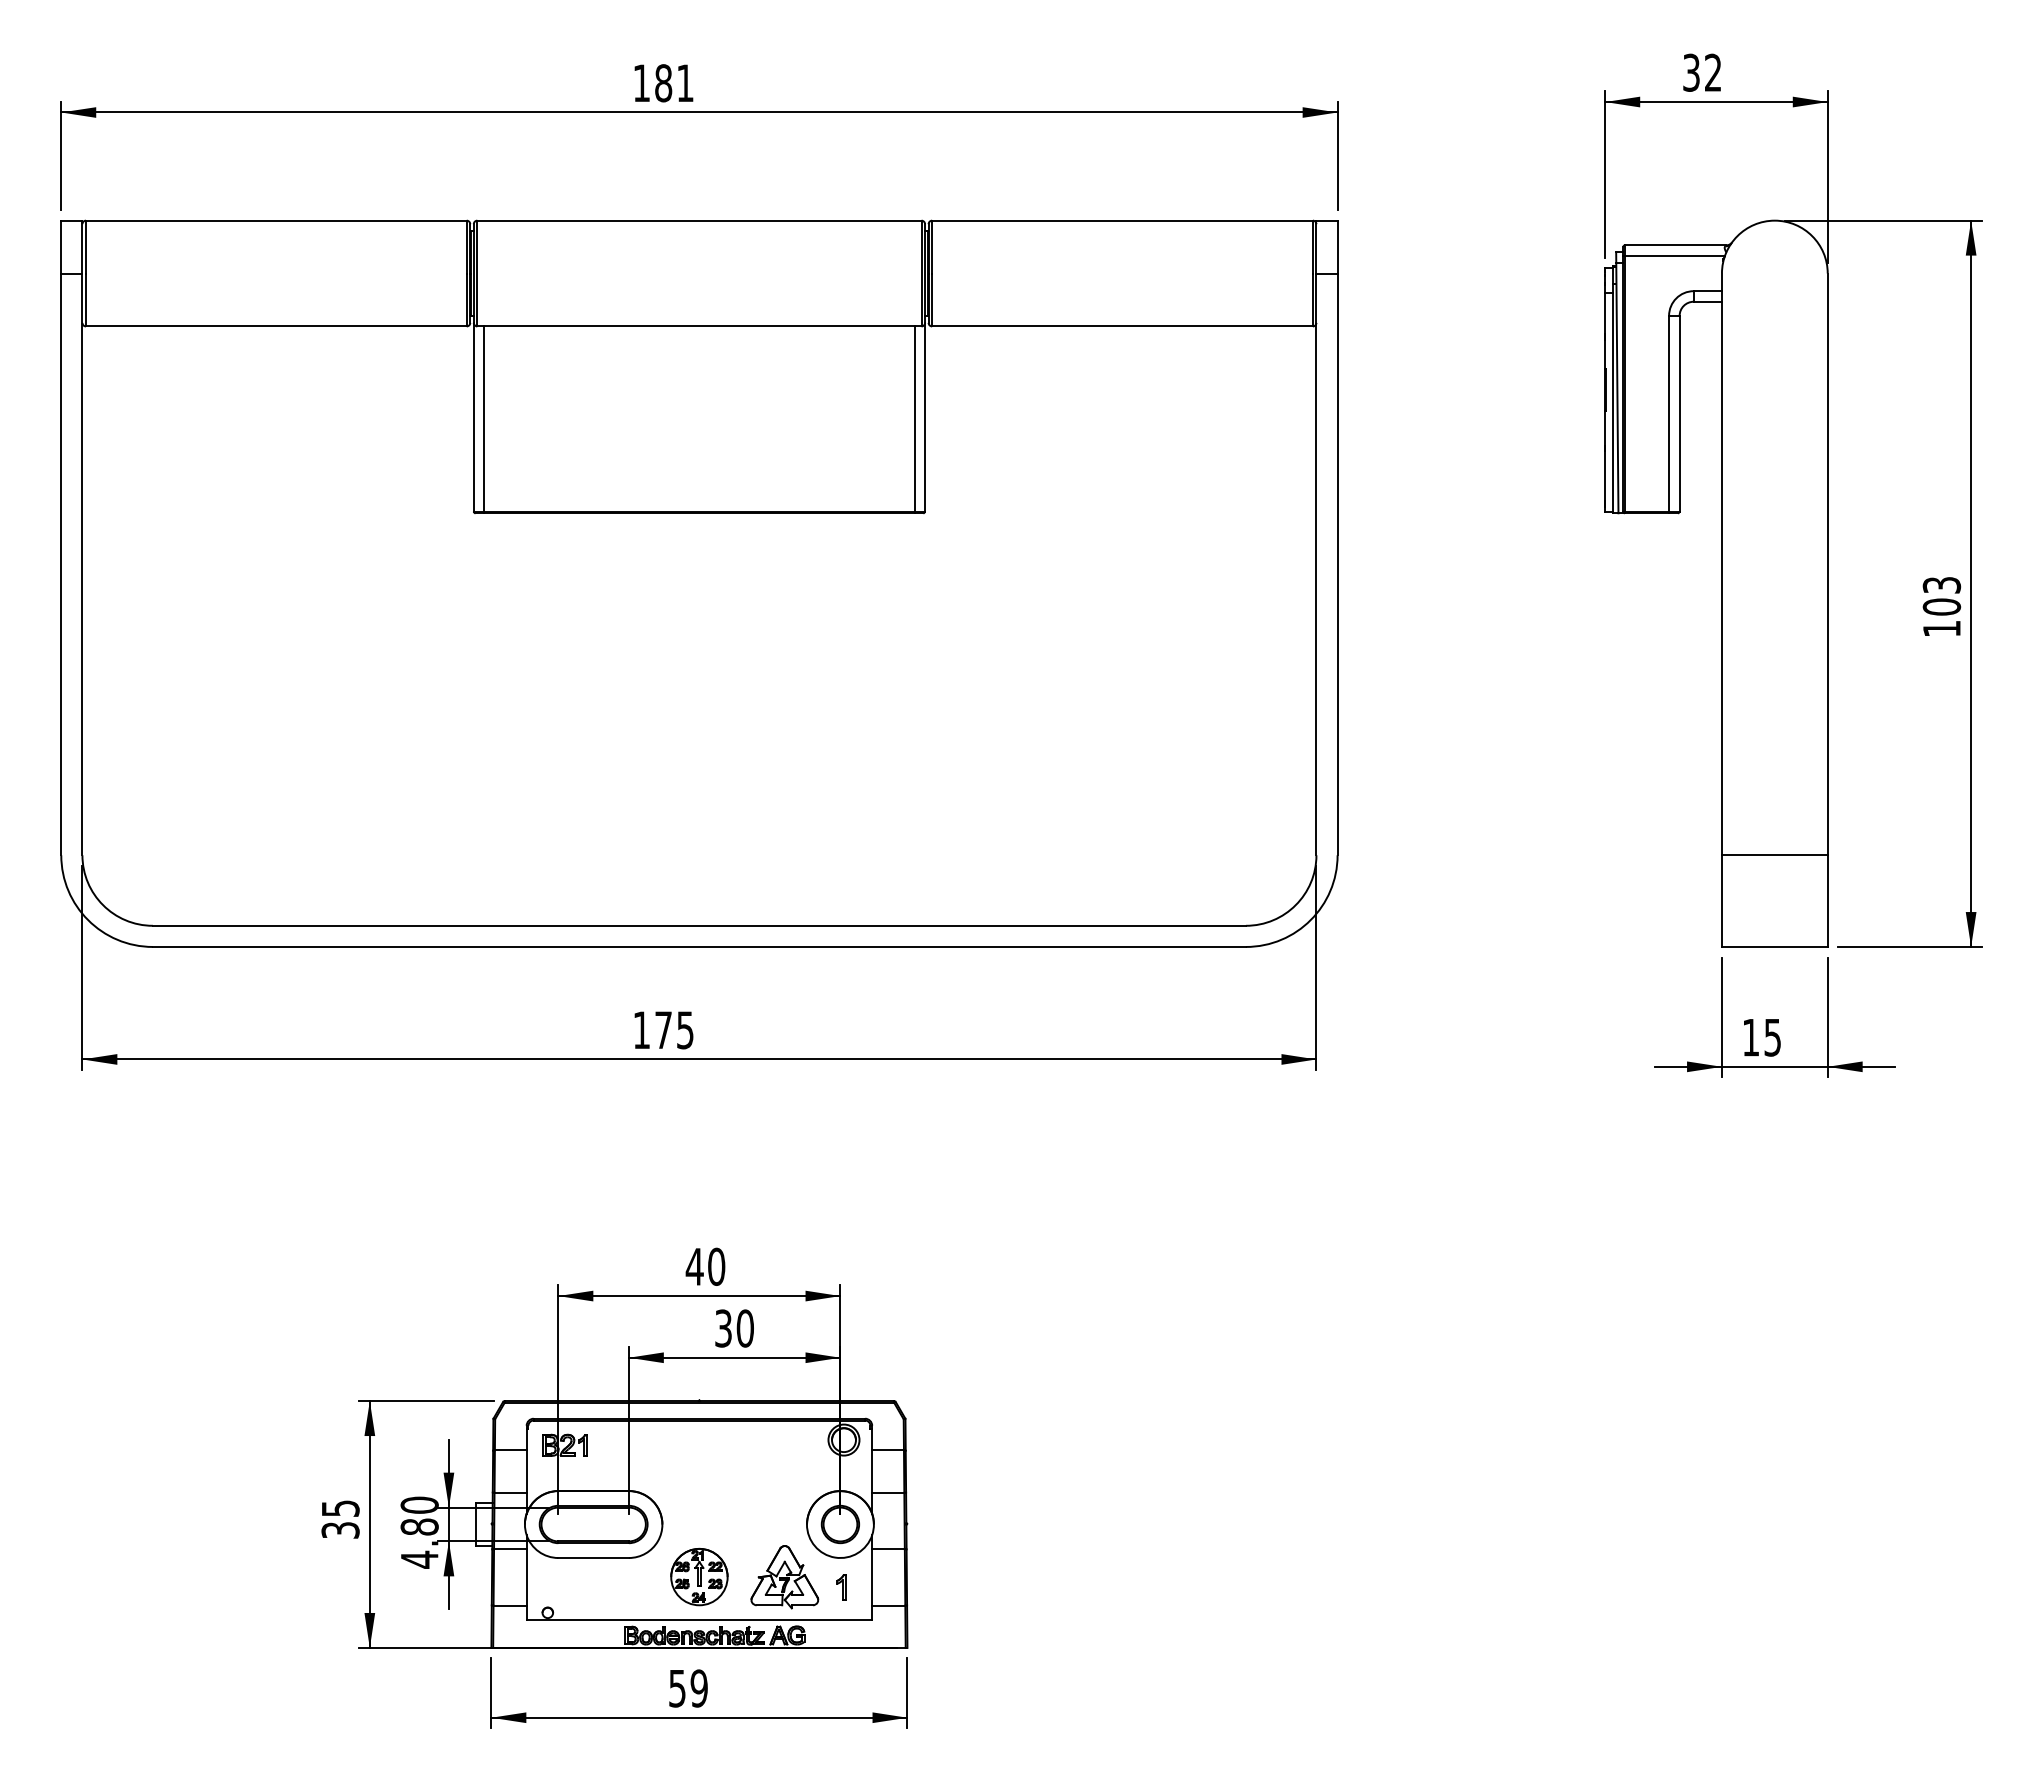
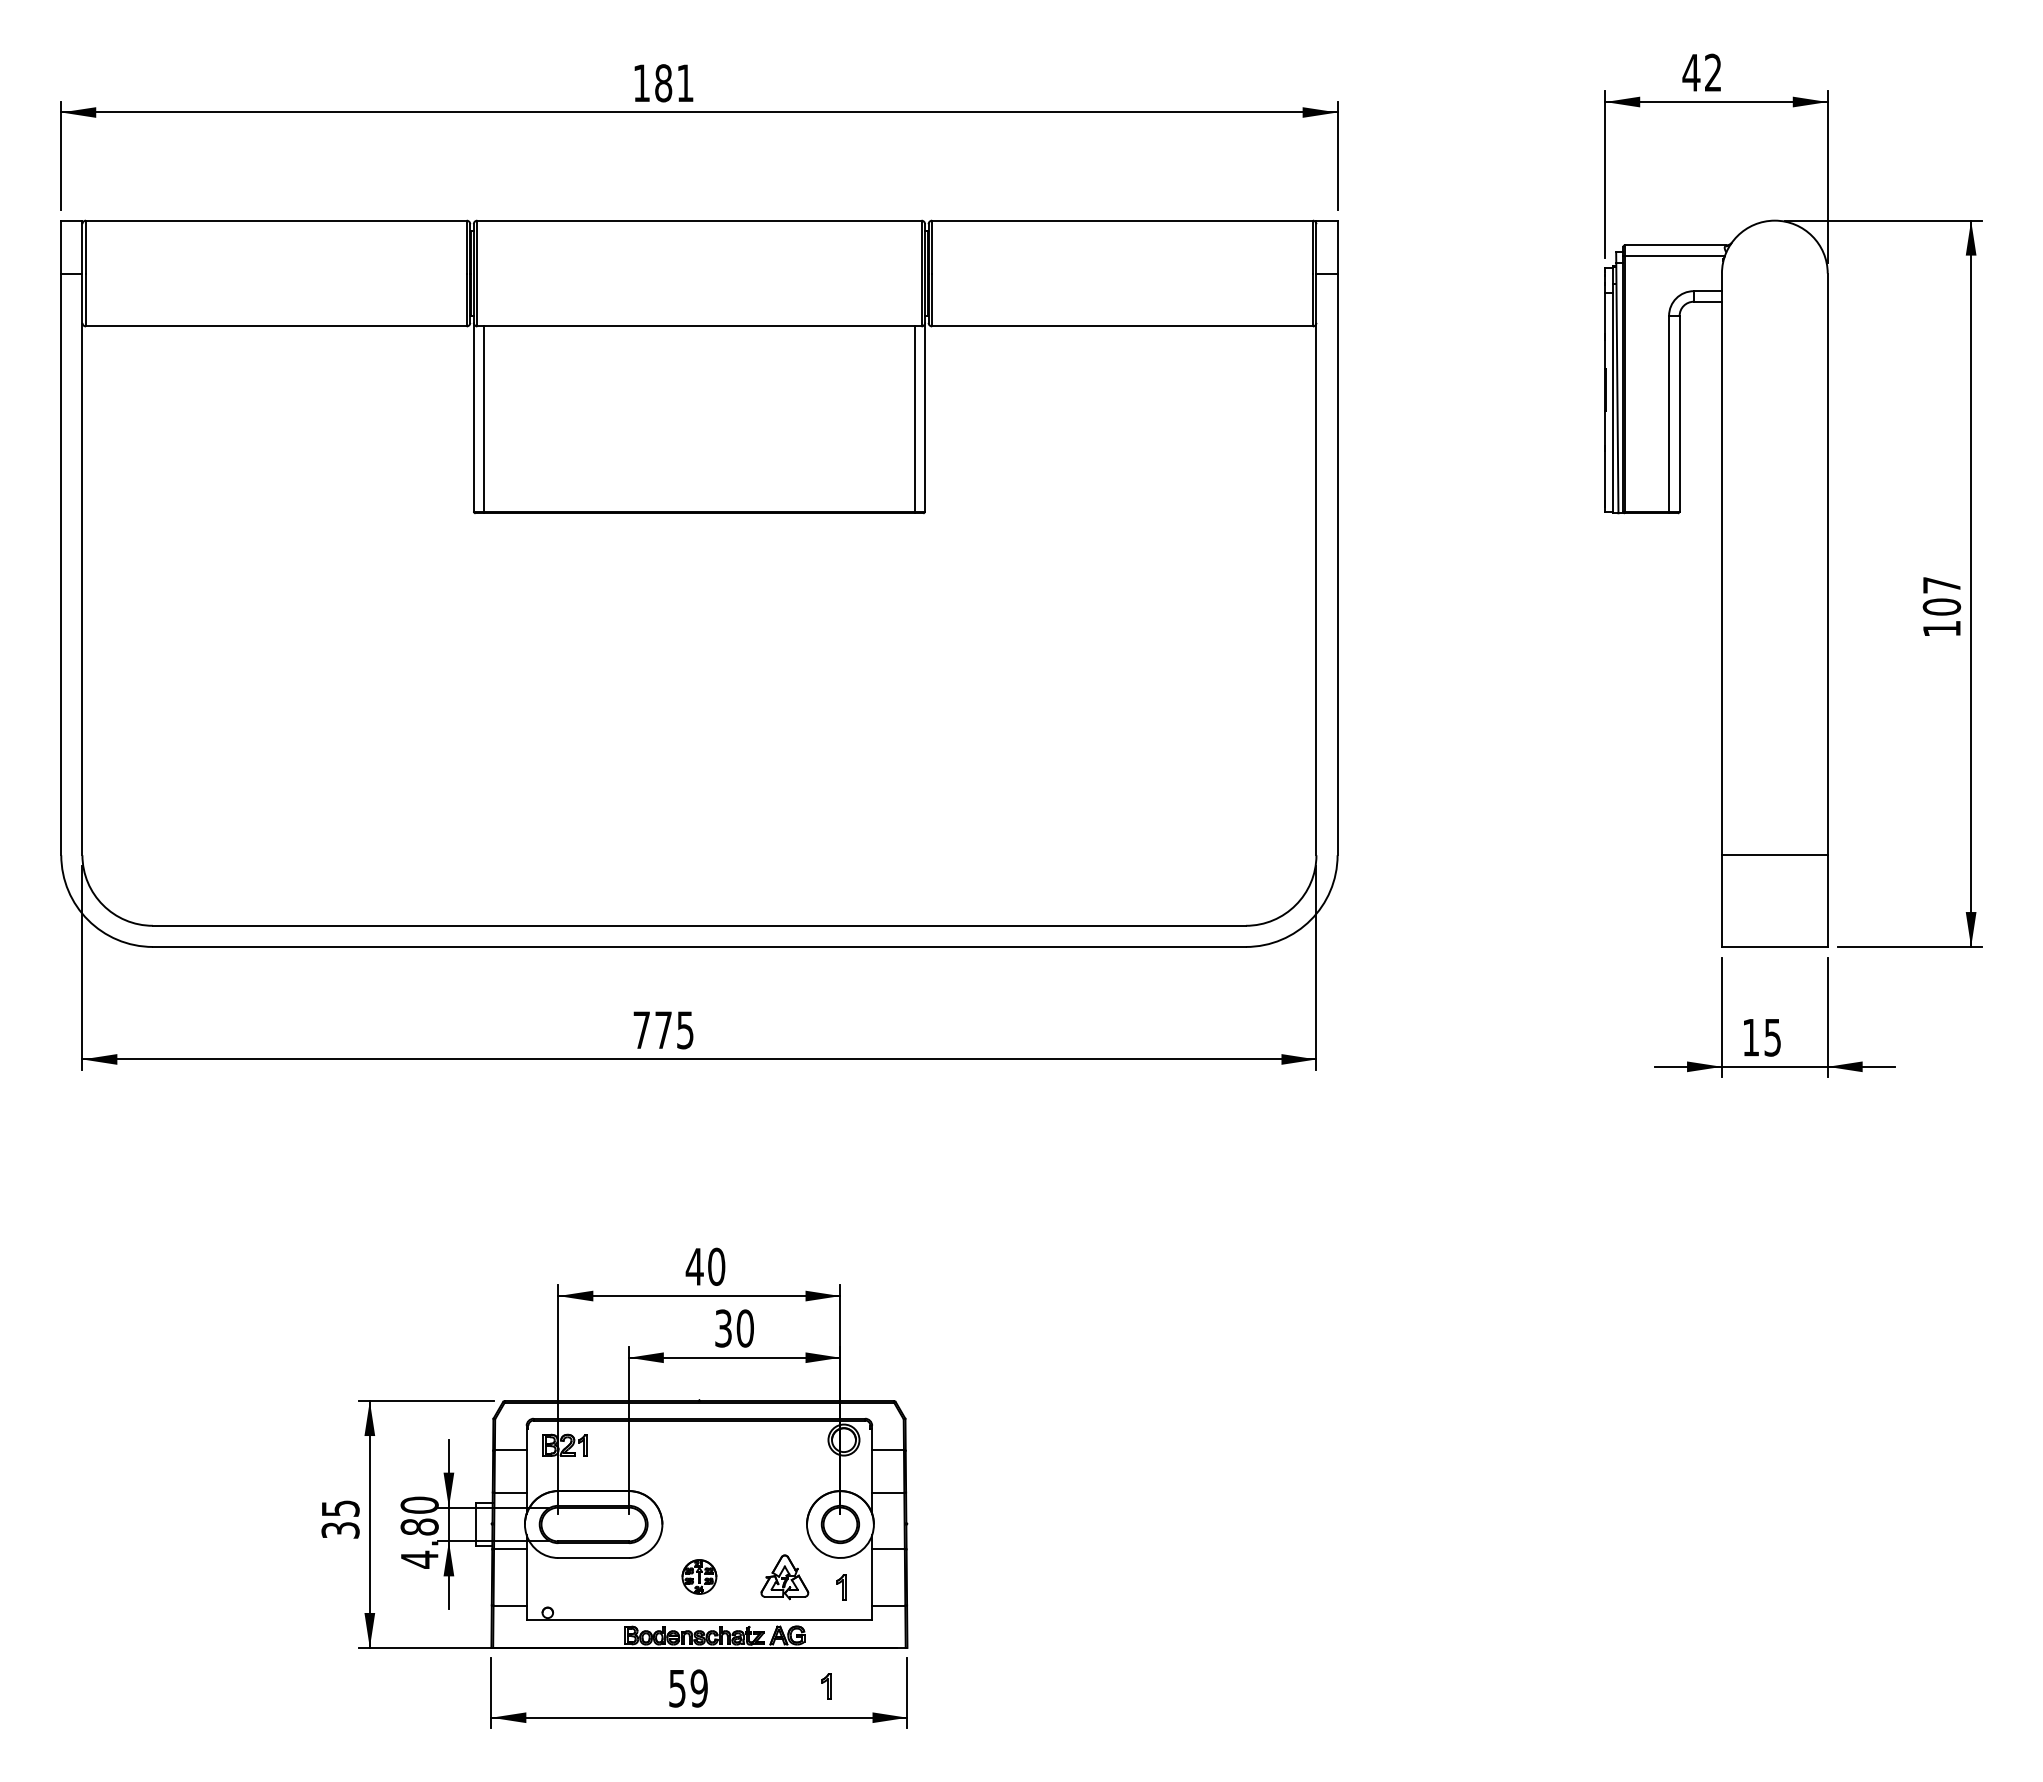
text at (1691, 72): 32 -> 42
text at (1941, 585): 103 -> 107
text at (641, 1029): 175 -> 775
part at (699, 1576) size: 59x60 px -> 37x36 px
part at (784, 1577) size: 70x65 px -> 50x47 px
part at (826, 1686): none -> present
